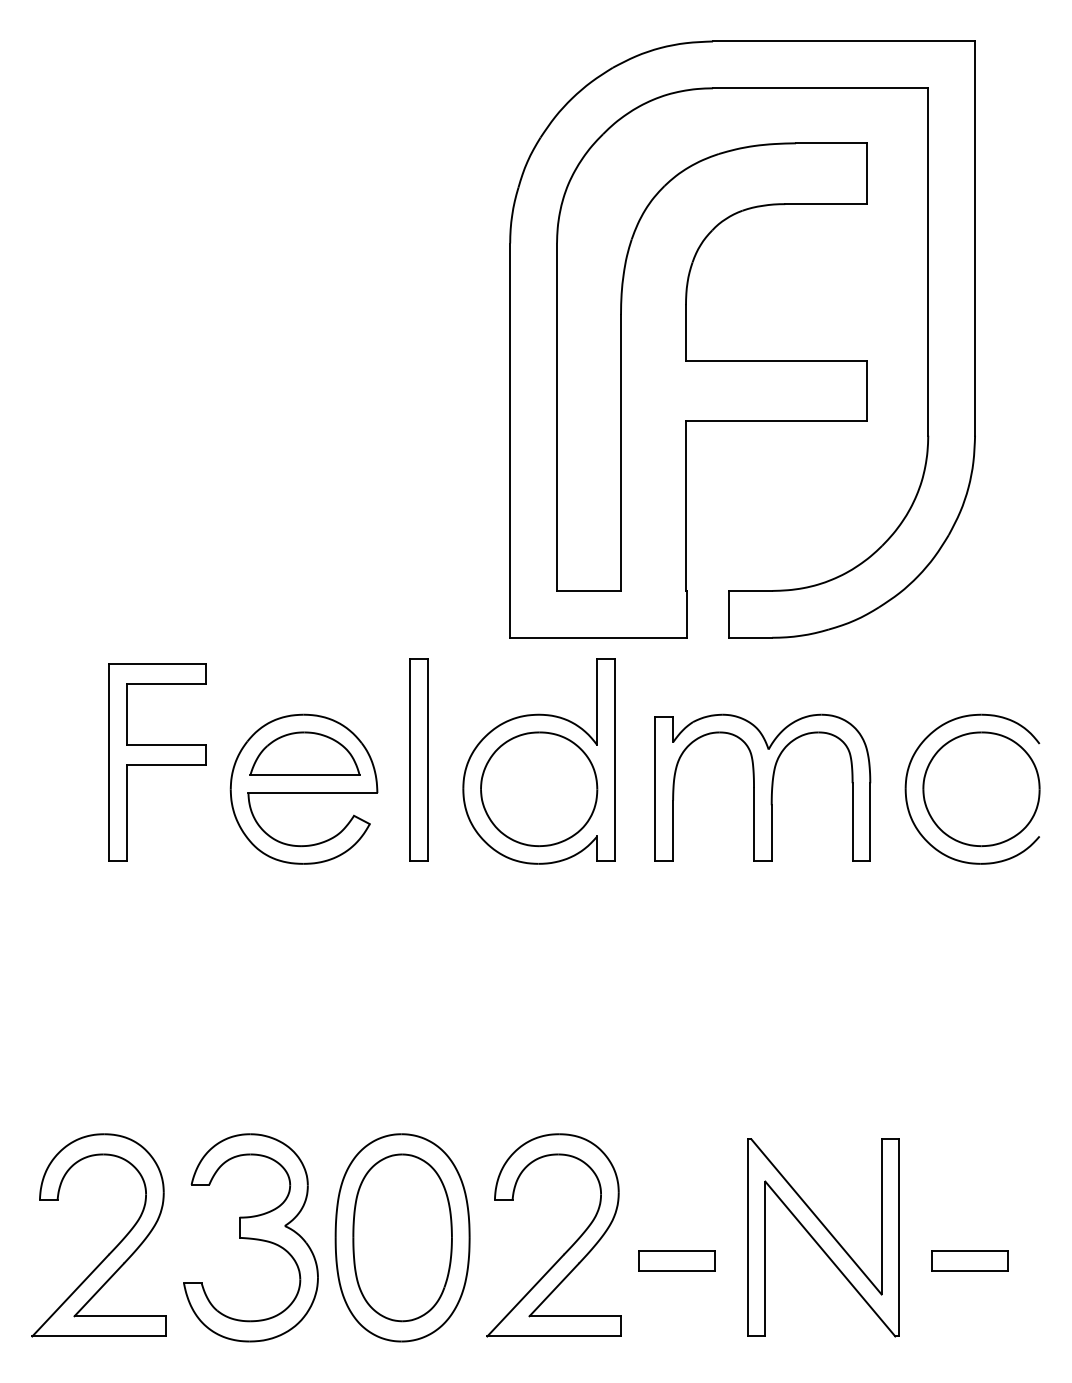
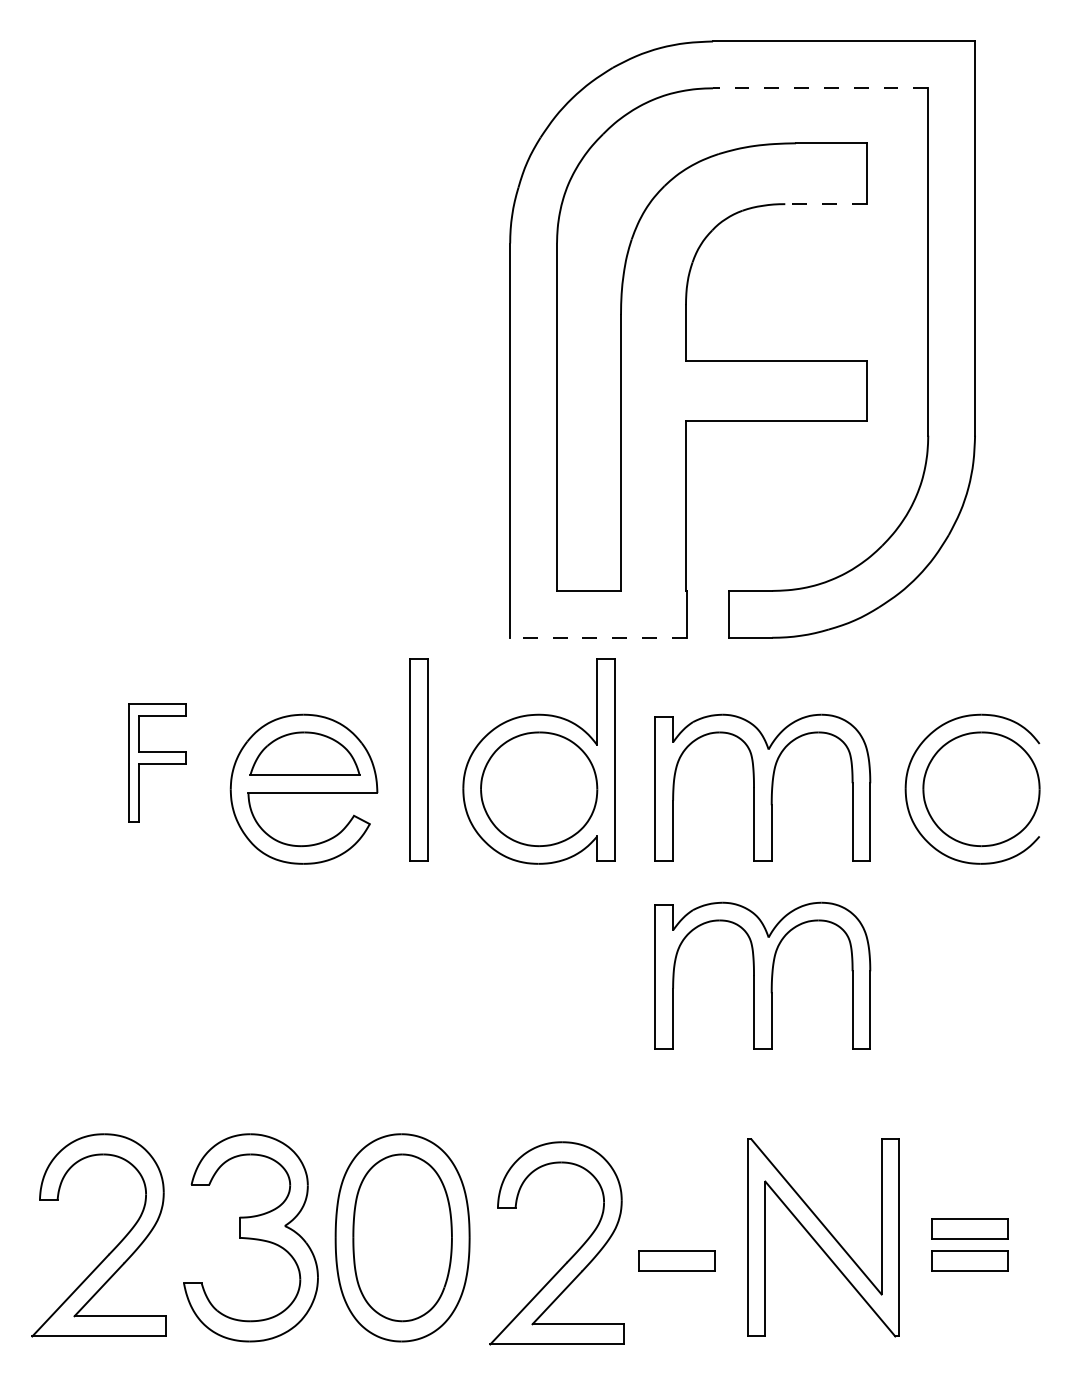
line at (820, 88): solid -> dashed
line at (825, 204): solid -> dashed
line at (597, 637): solid -> dashed
part at (157, 762) size: 99x199 px -> 59x120 px
part at (762, 975): none -> present
part at (969, 1228): none -> present
part at (567, 1249) position: (567, 1249) -> (570, 1257)
